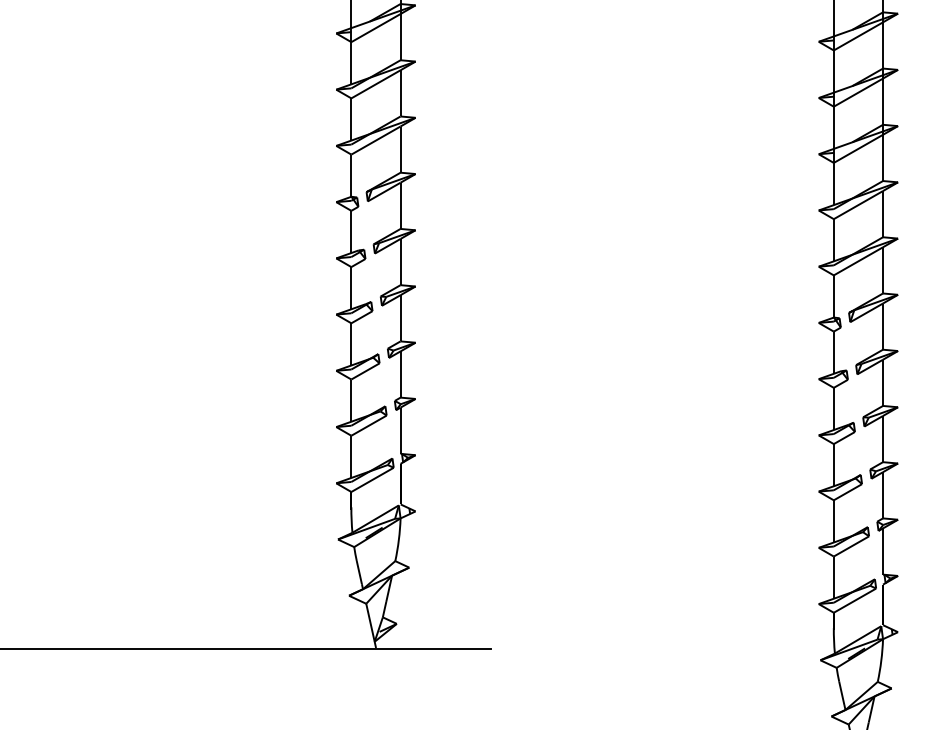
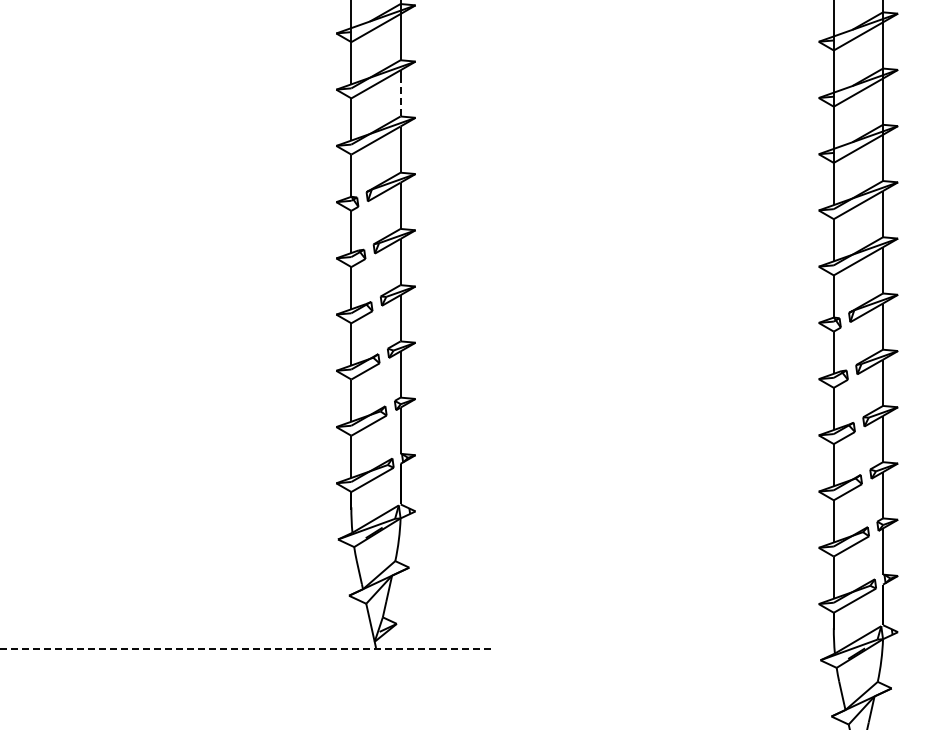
line at (400, 97): solid -> dashed
line at (245, 649): solid -> dashed
